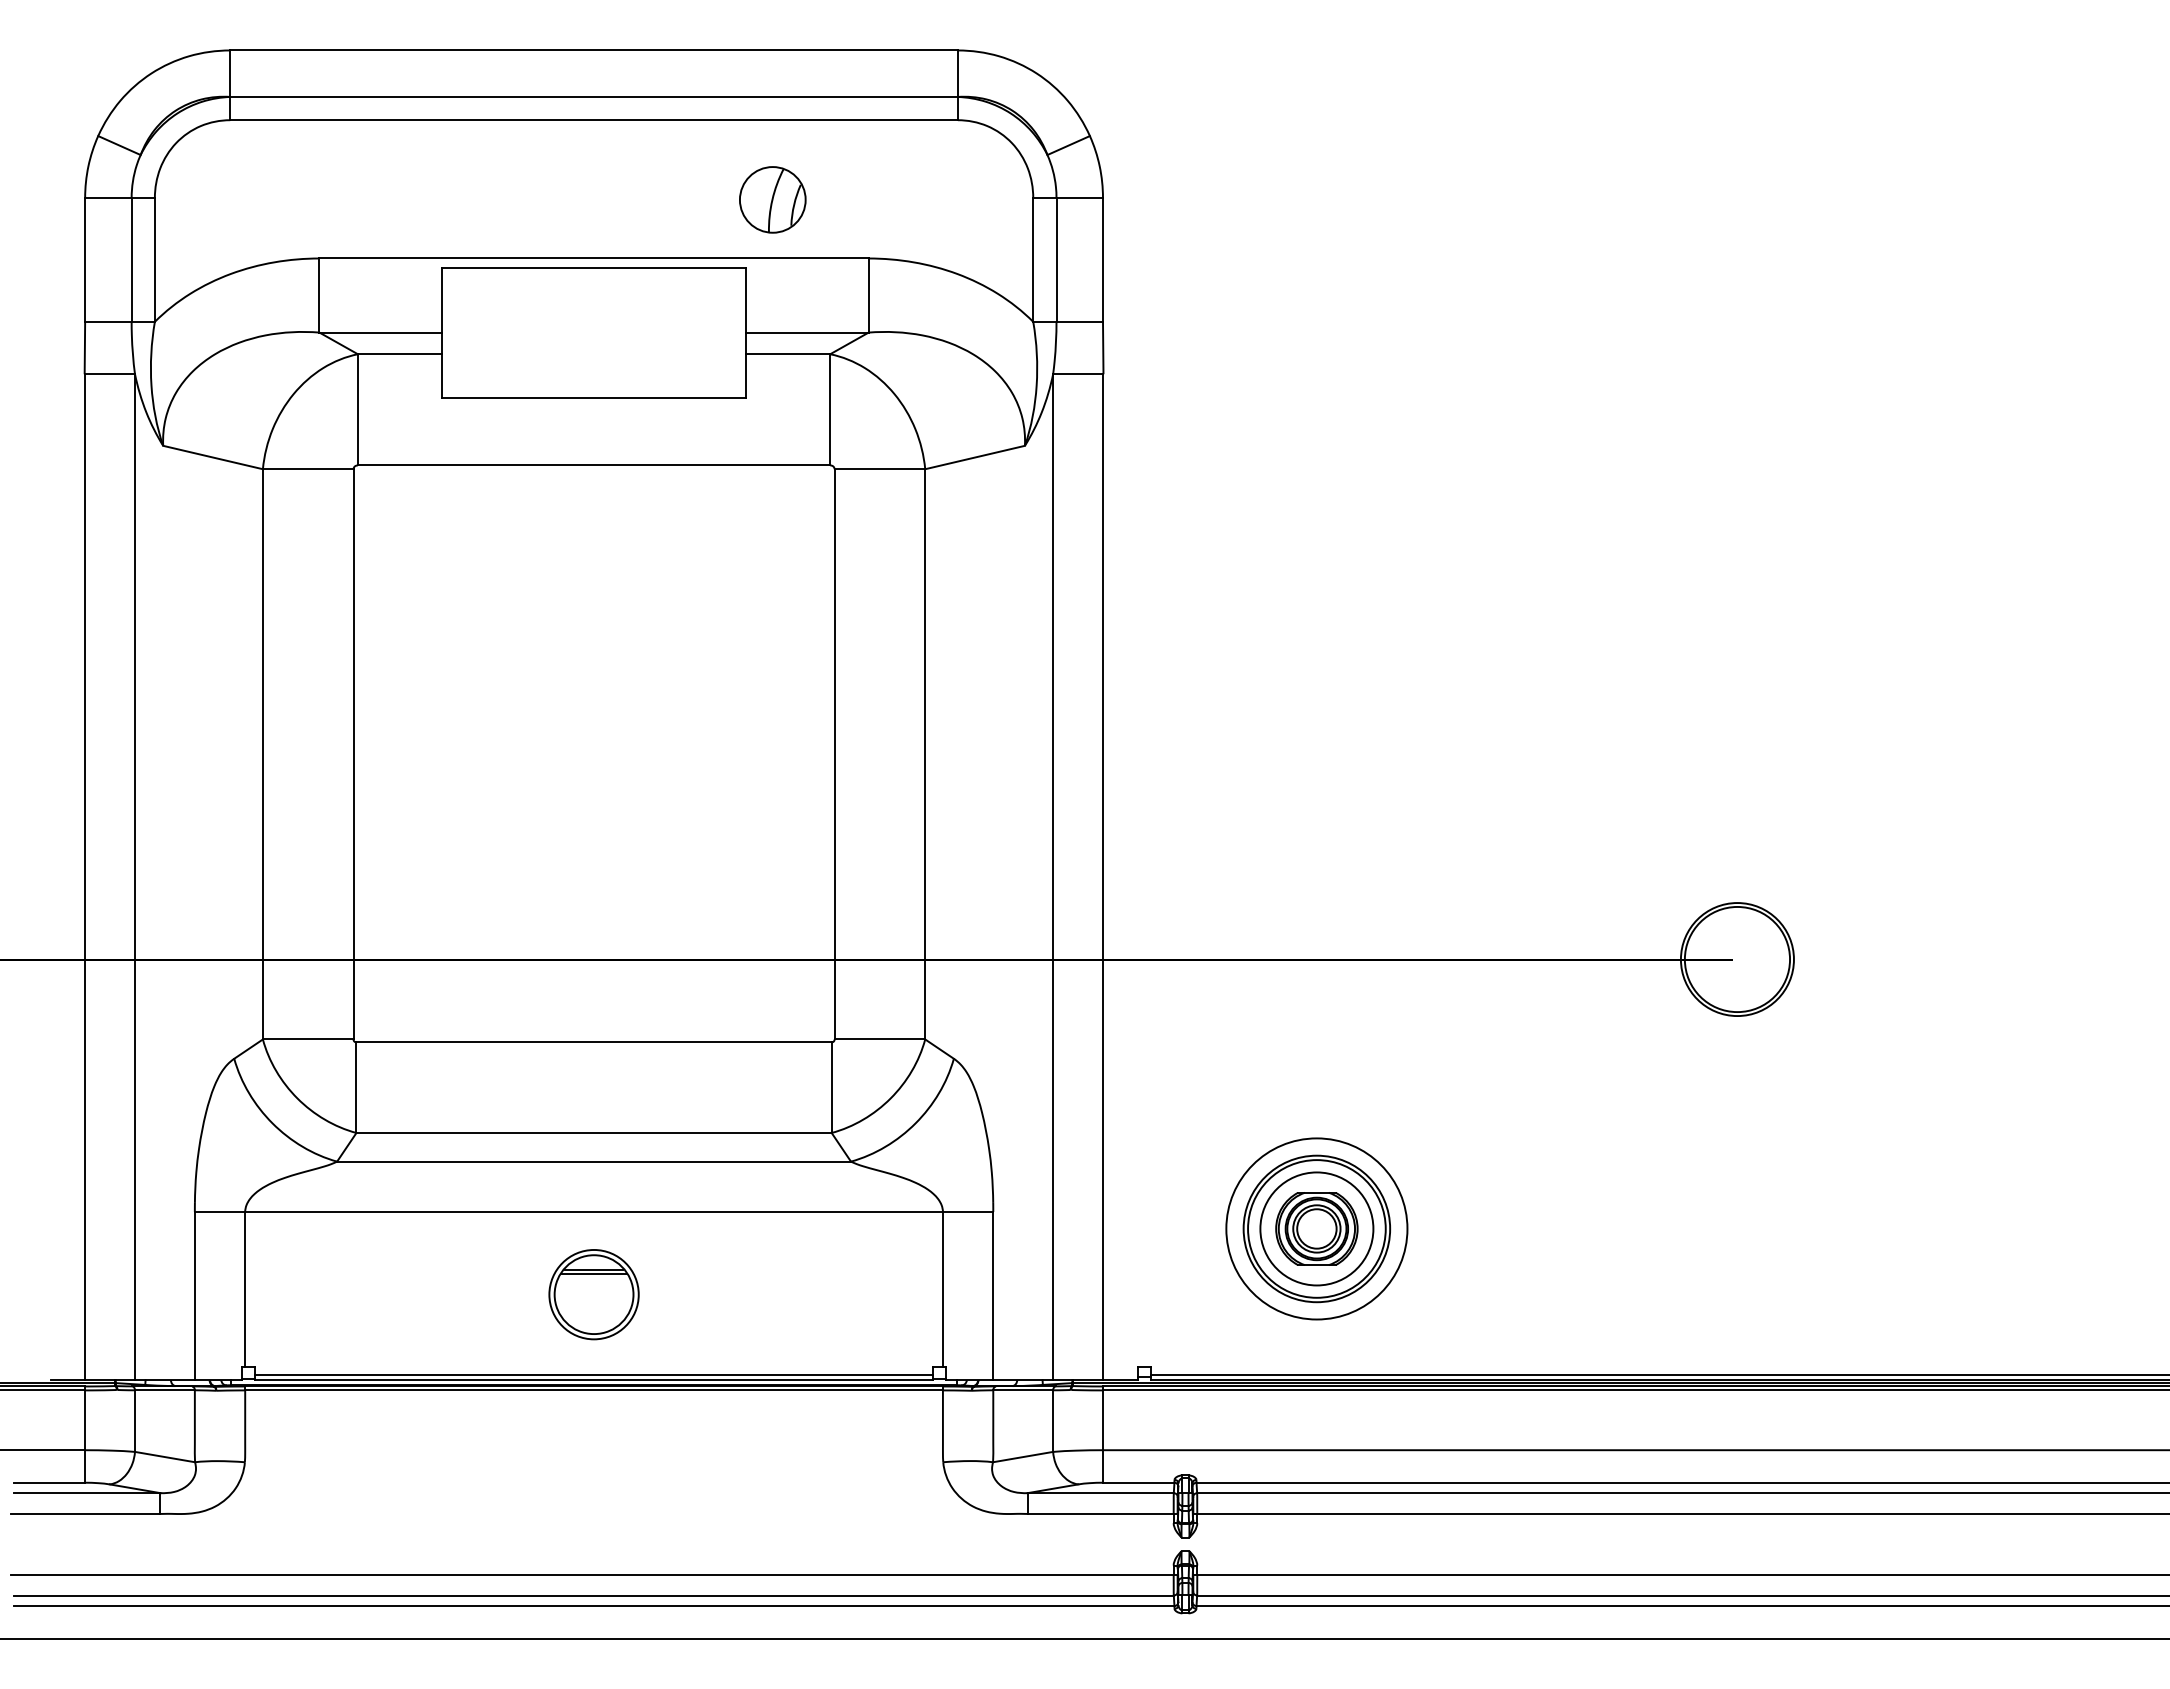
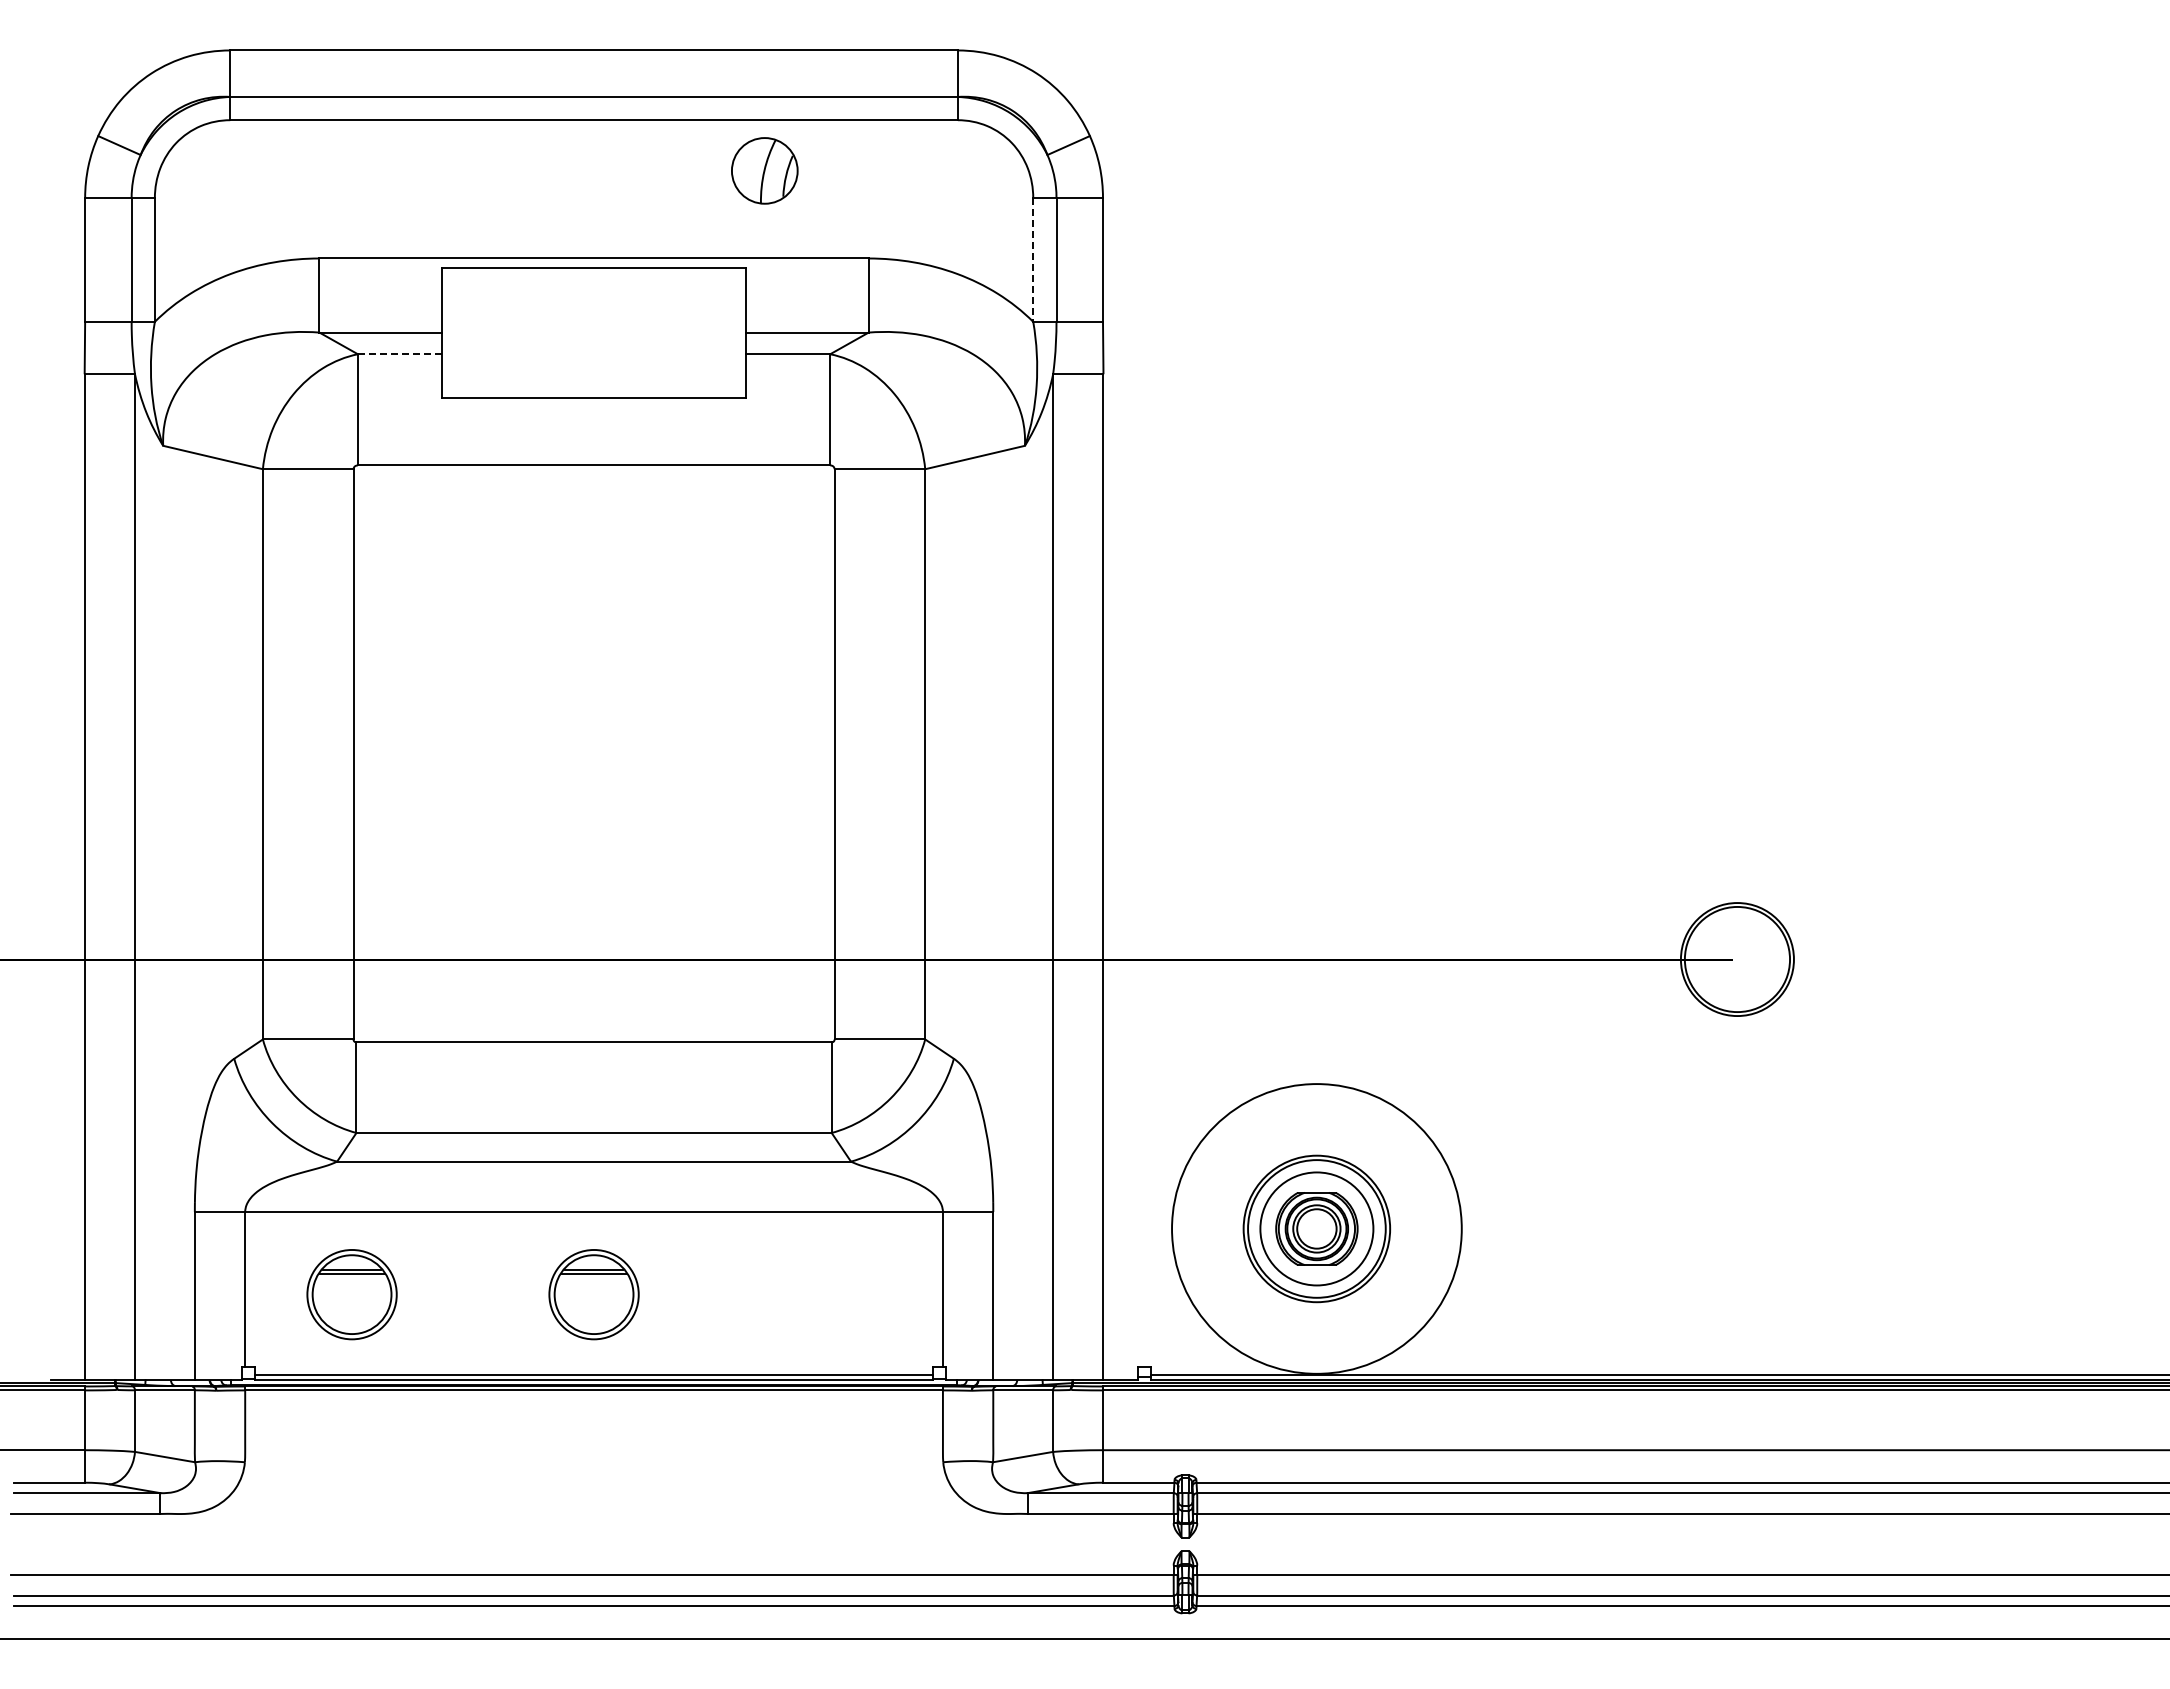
part at (772, 199) position: (772, 199) -> (764, 170)
line at (1033, 259): solid -> dashed
line at (400, 354): solid -> dashed
circle at (1316, 1228) diameter: 181 px -> 290 px
part at (351, 1294): none -> present
